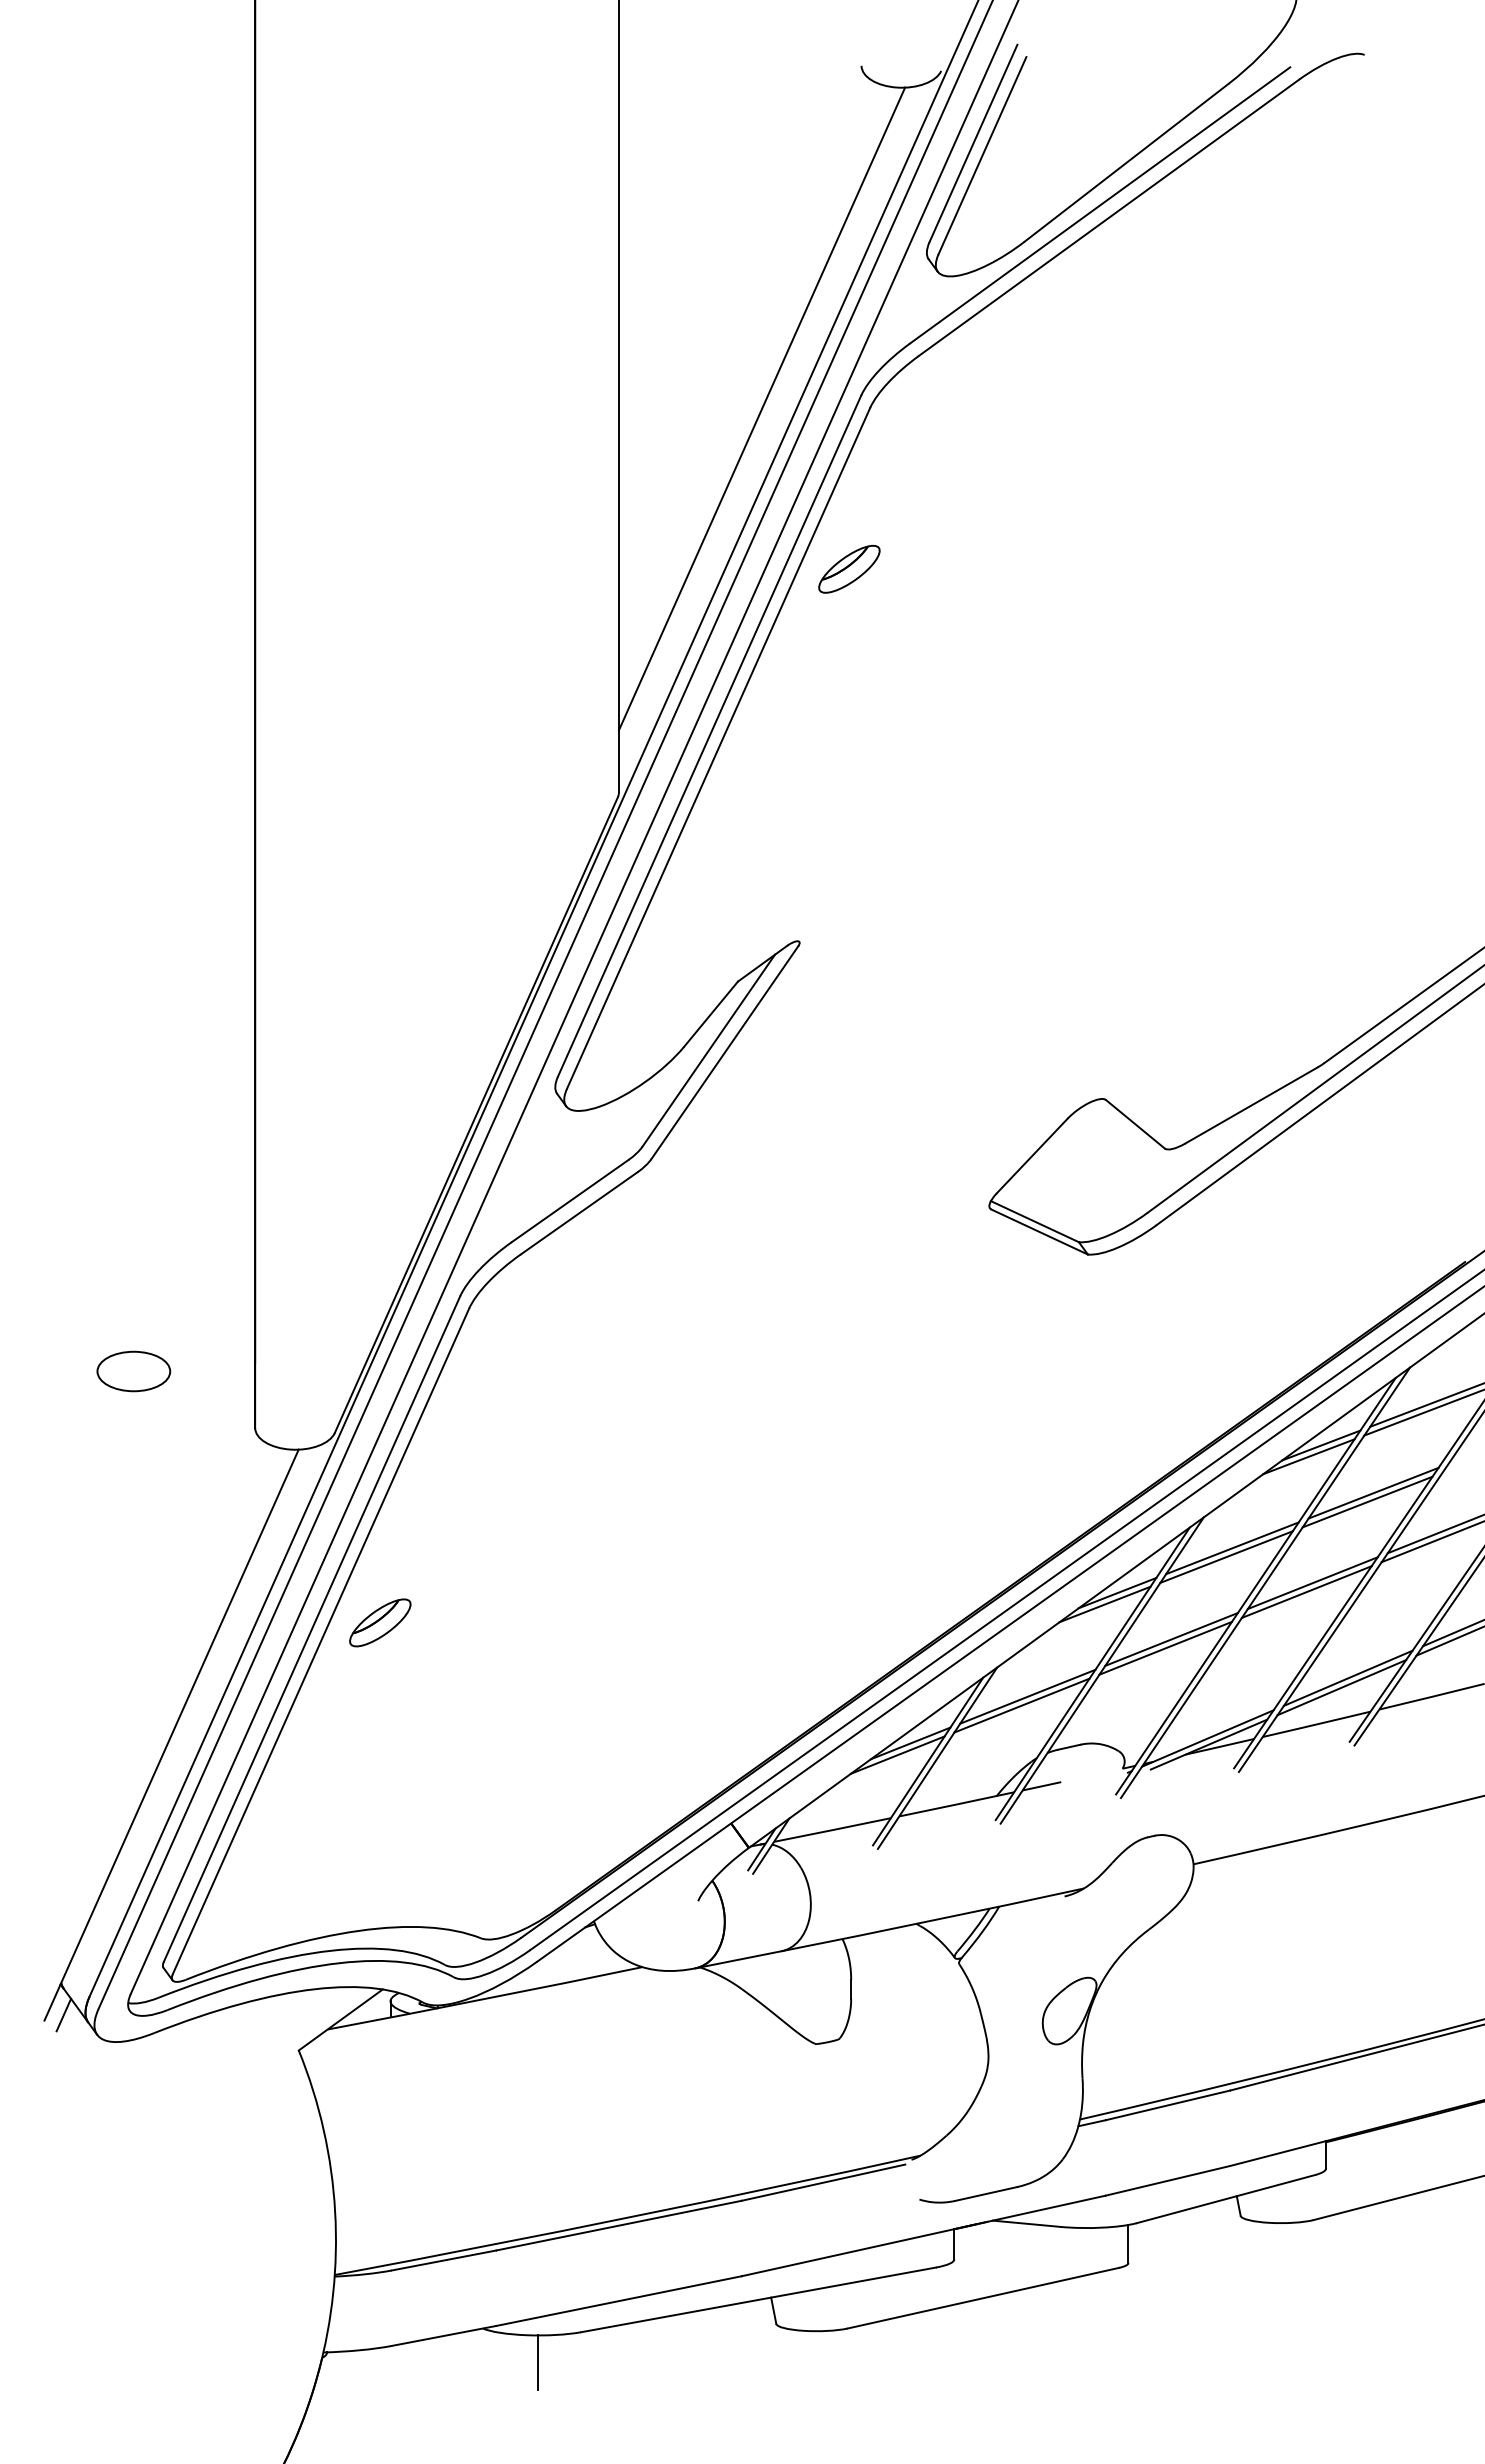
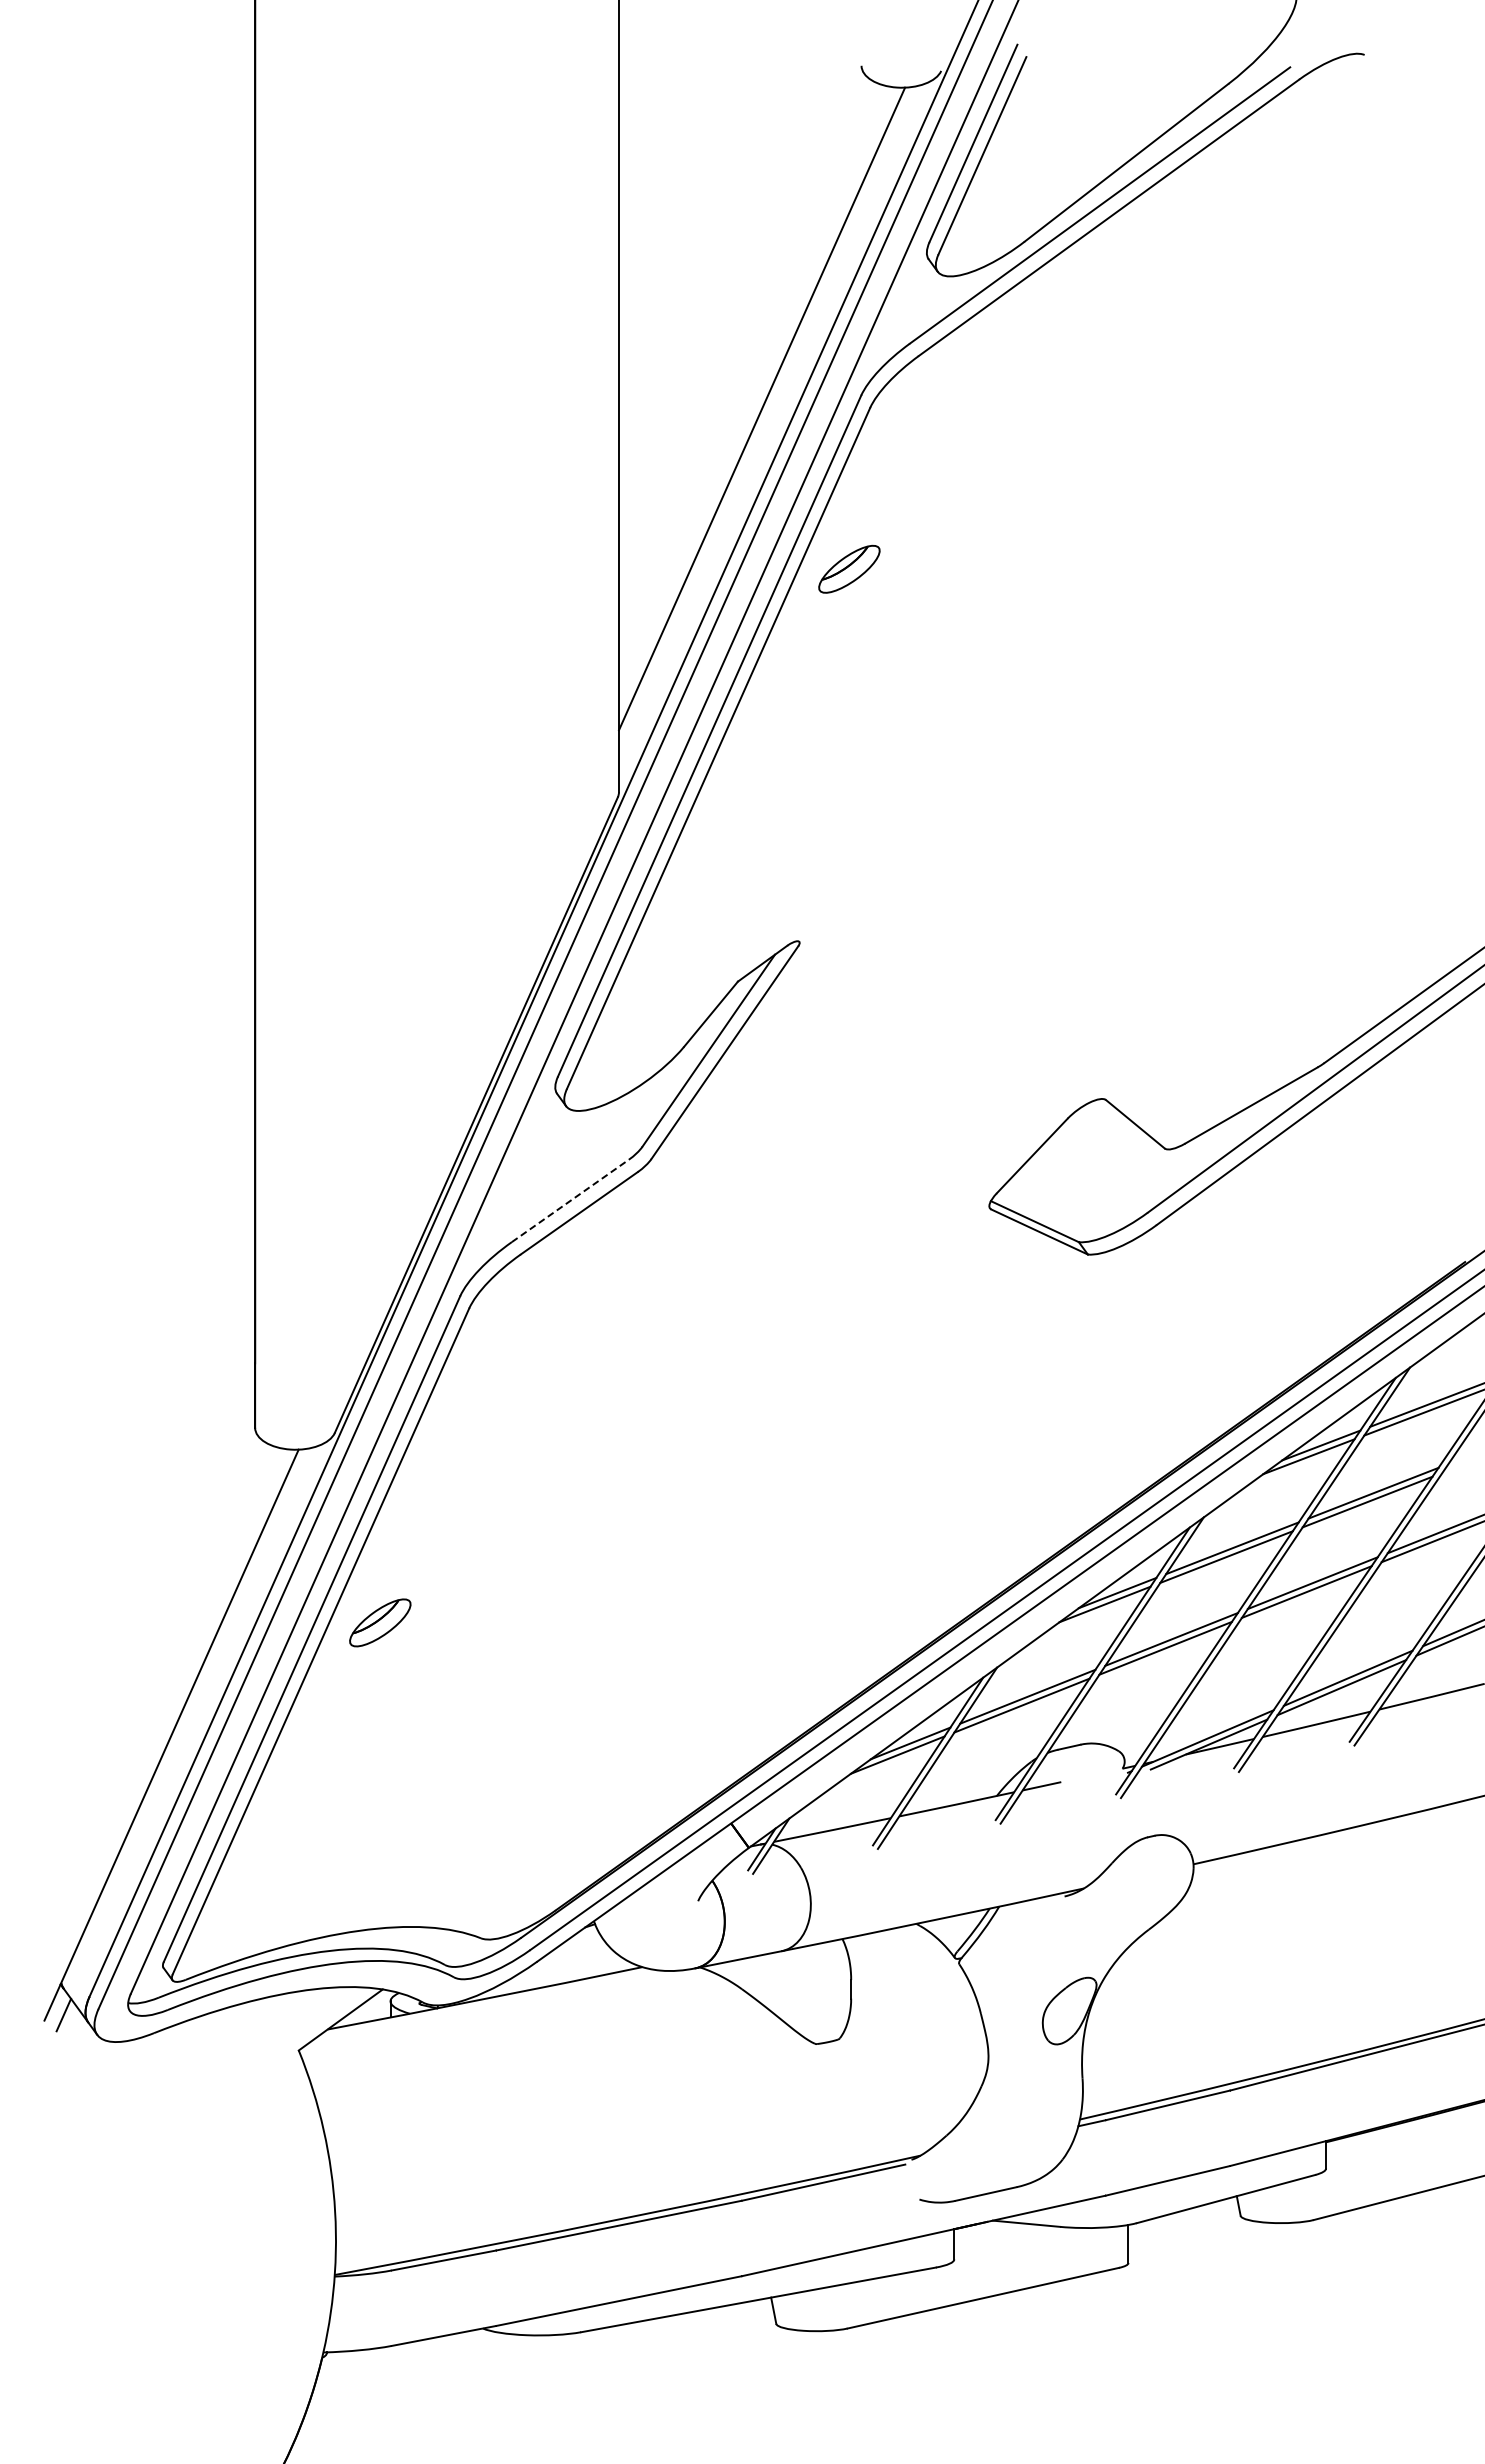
line at (570, 1200): solid -> dashed
part at (133, 1371): present -> none
line at (538, 2362): present -> none
